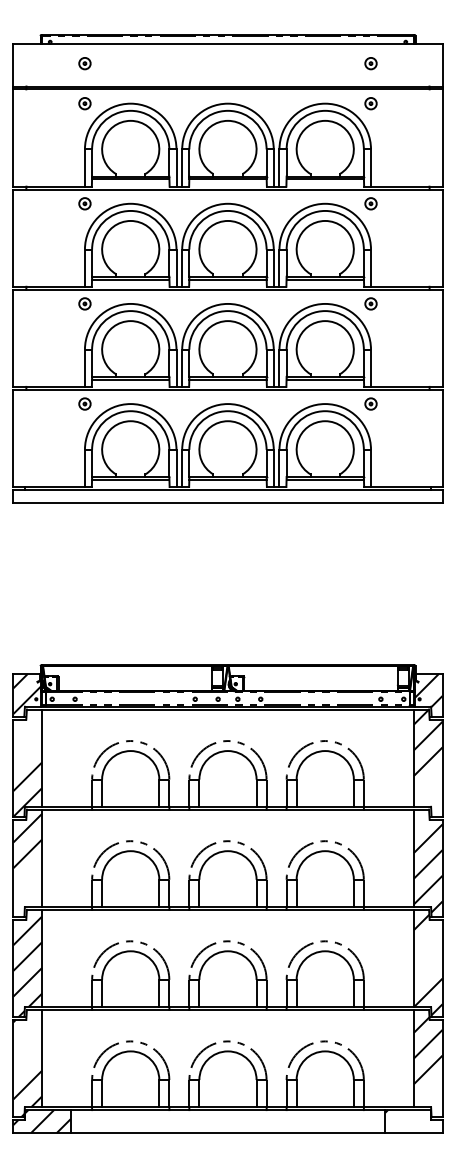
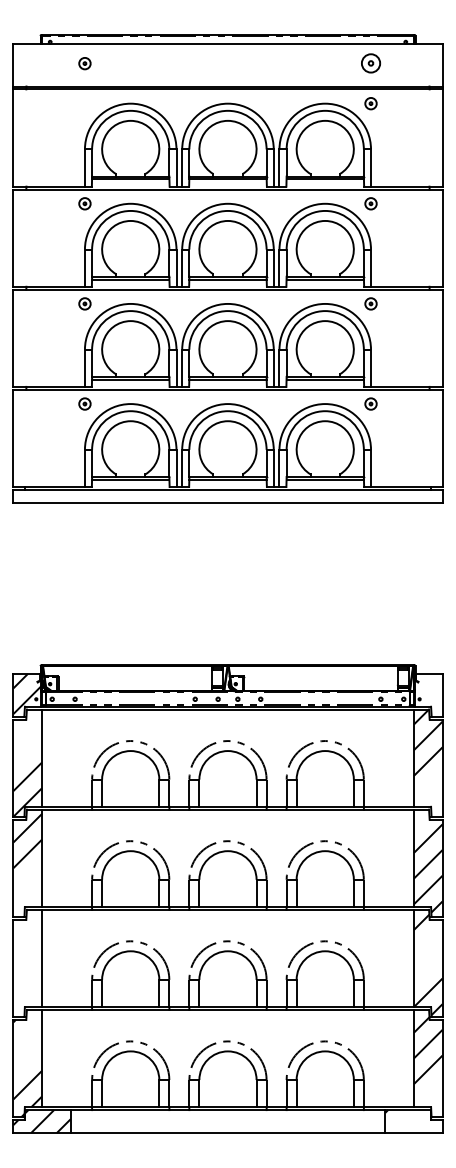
part at (370, 63) size: 14x14 px -> 21x21 px
part at (84, 103): present -> none
hatch at (428, 690): present -> none
hatch at (27, 966): present -> none
